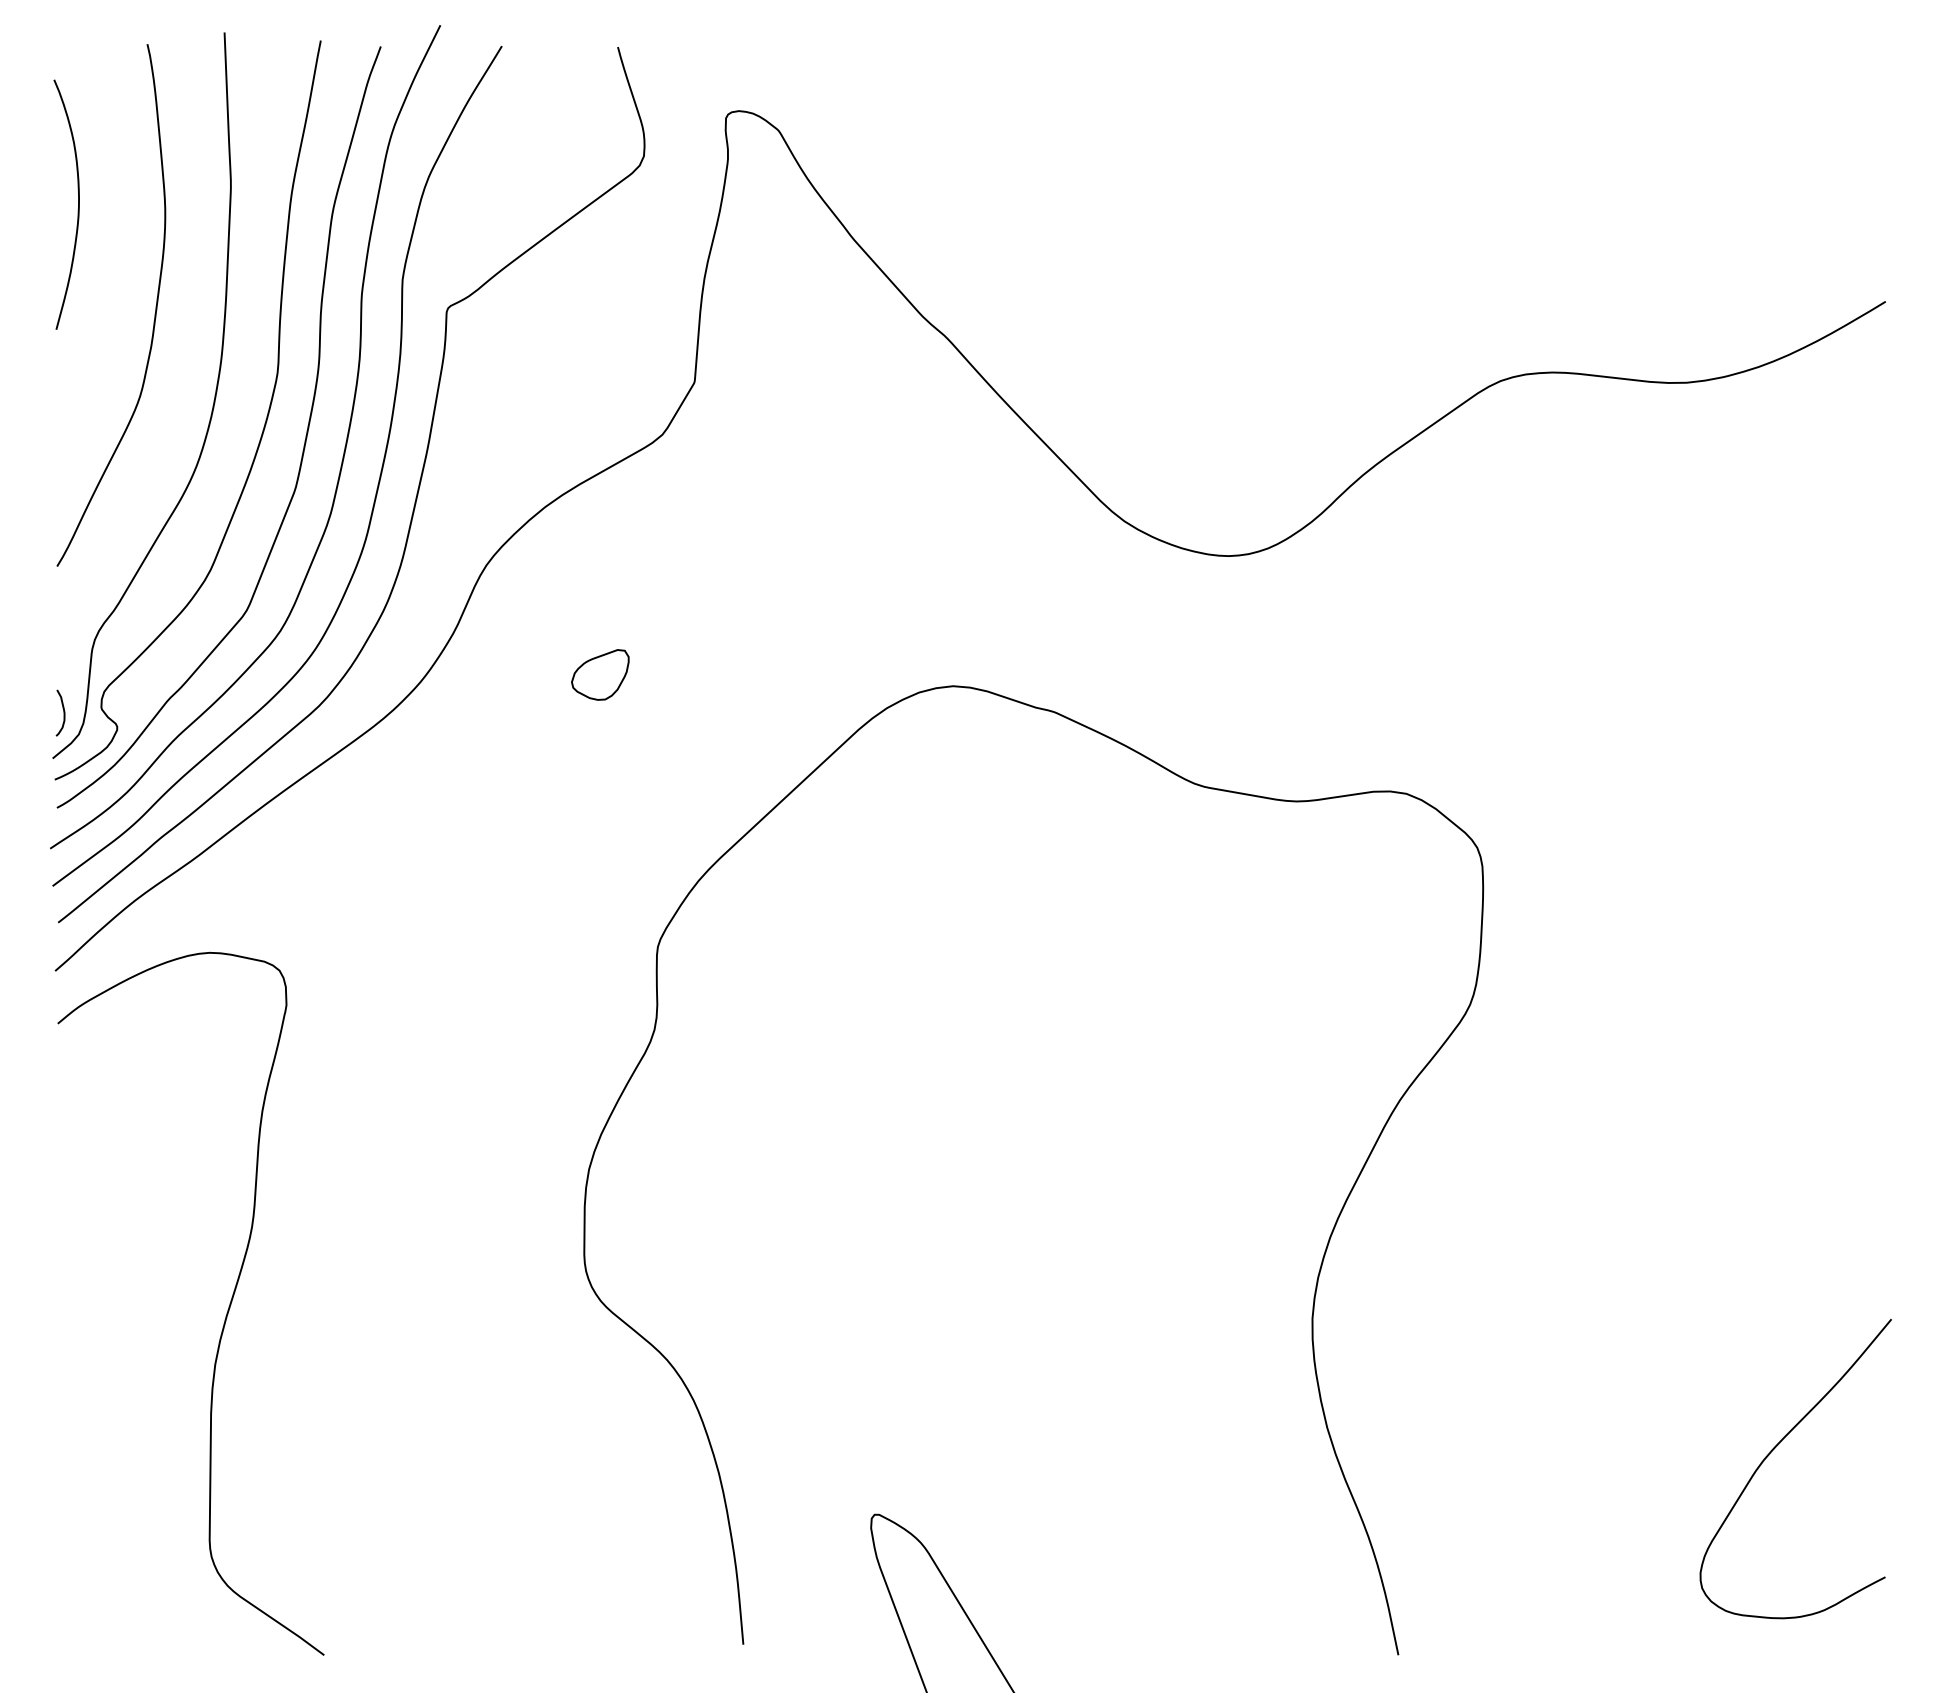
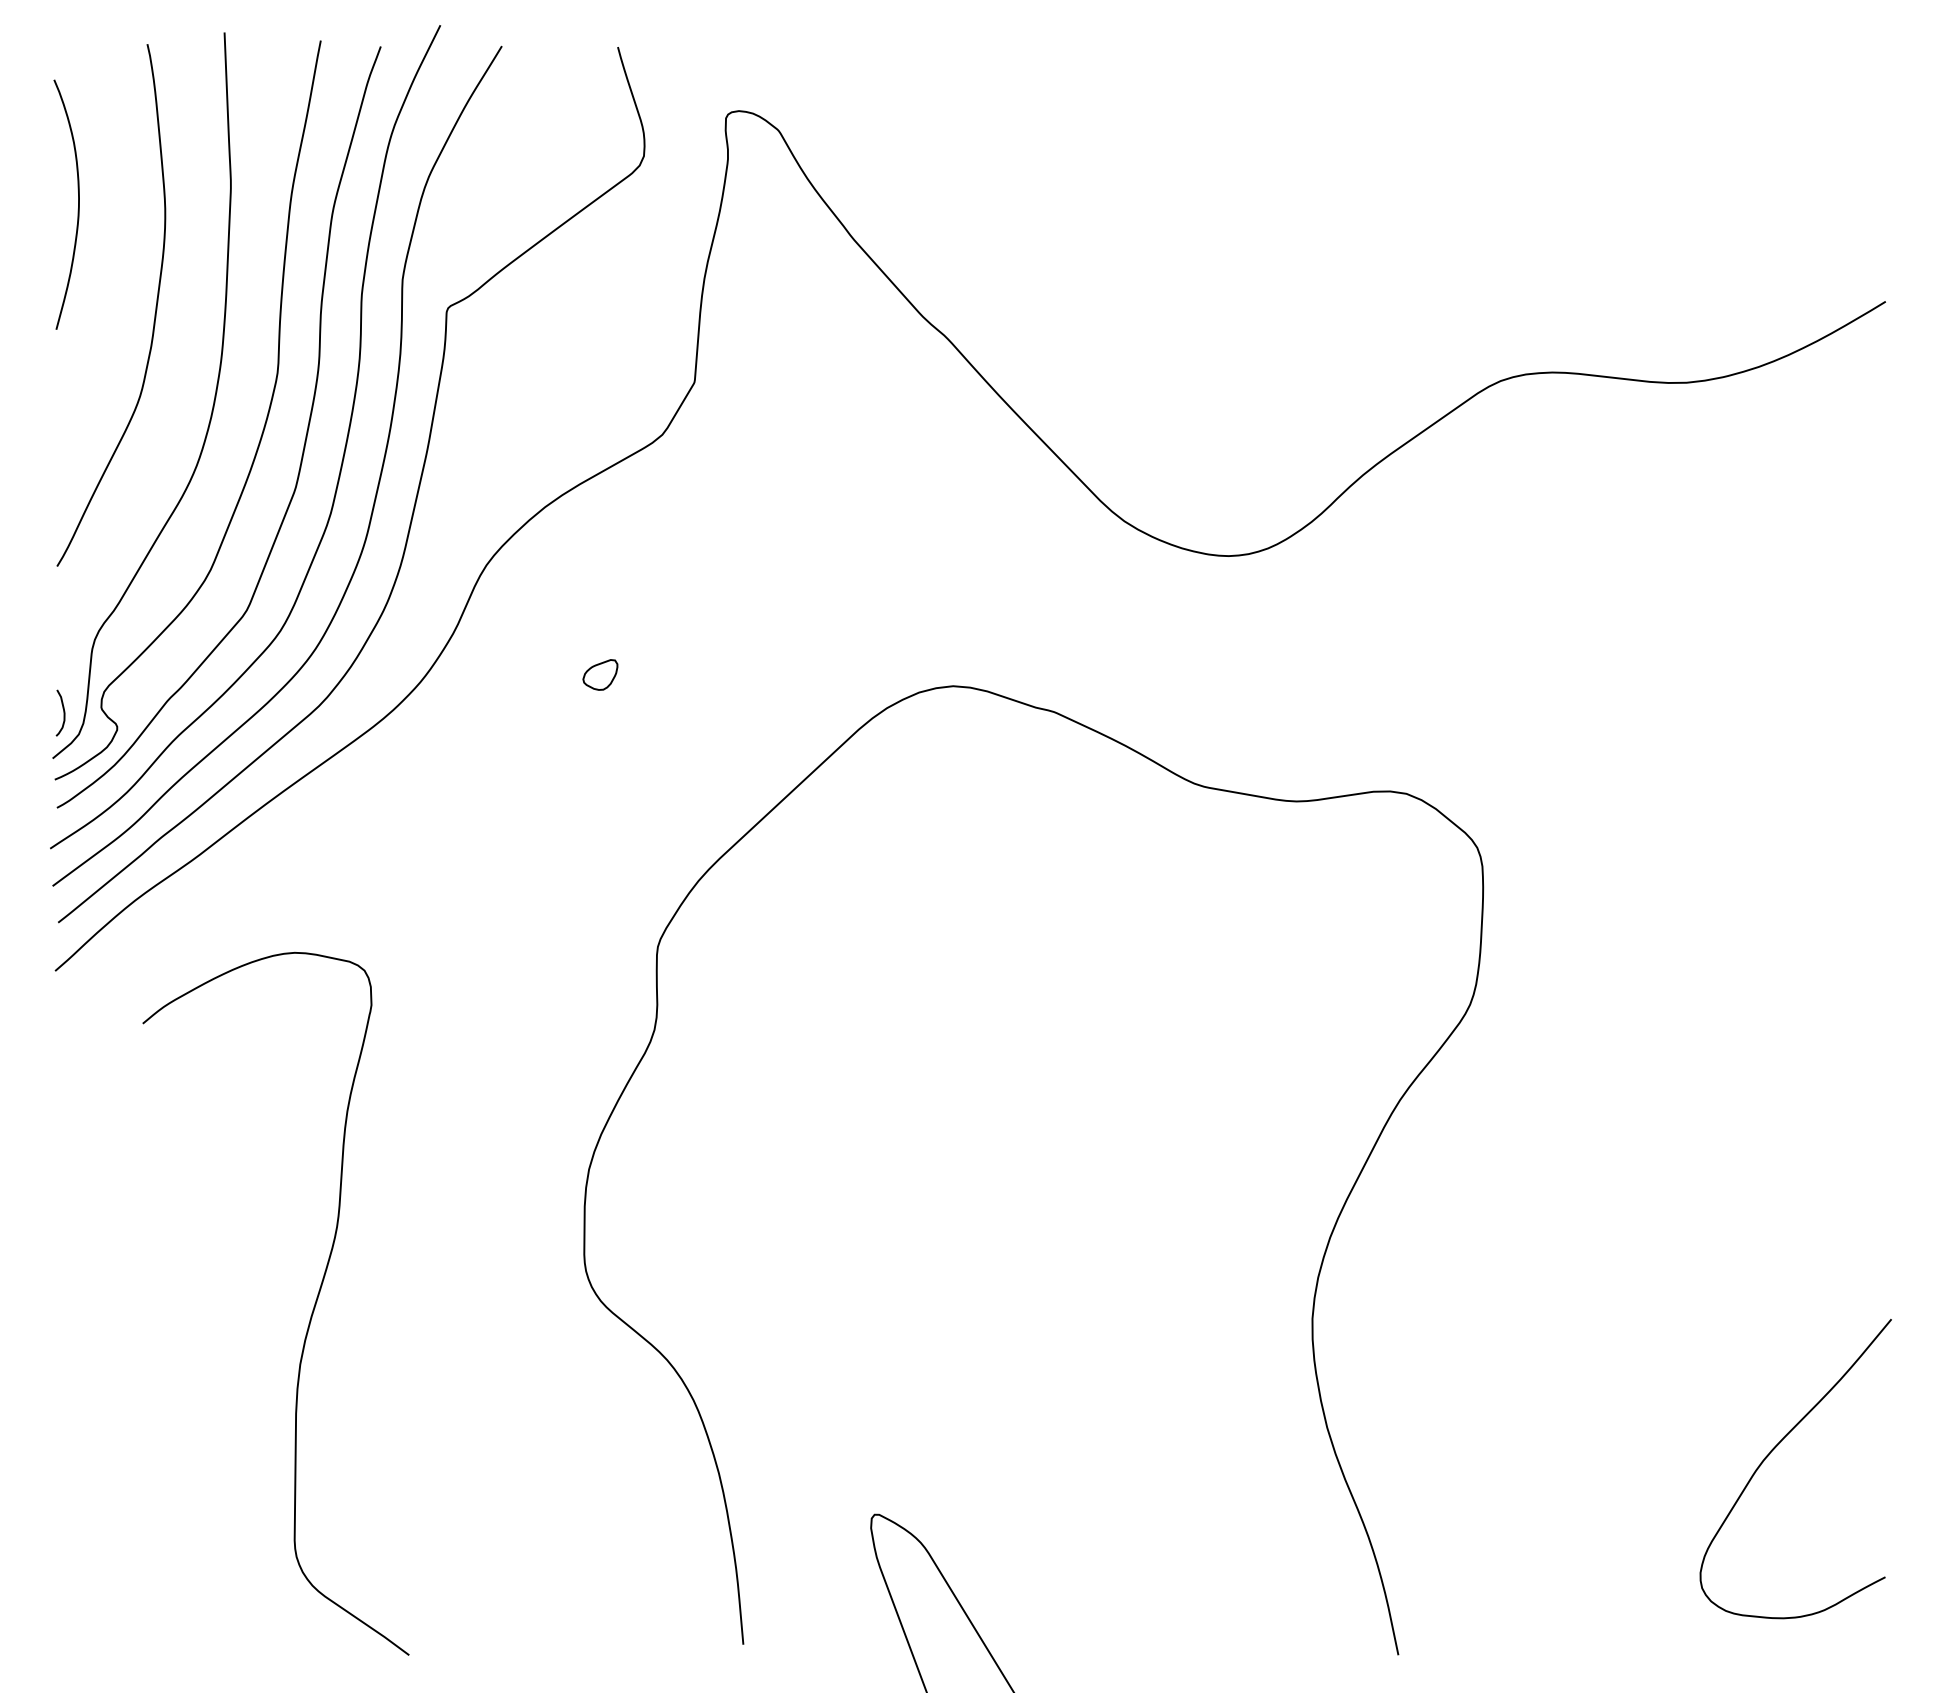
part at (600, 674) size: 59x52 px -> 37x32 px
curve at (225, 1316) position: (225, 1316) -> (310, 1316)
